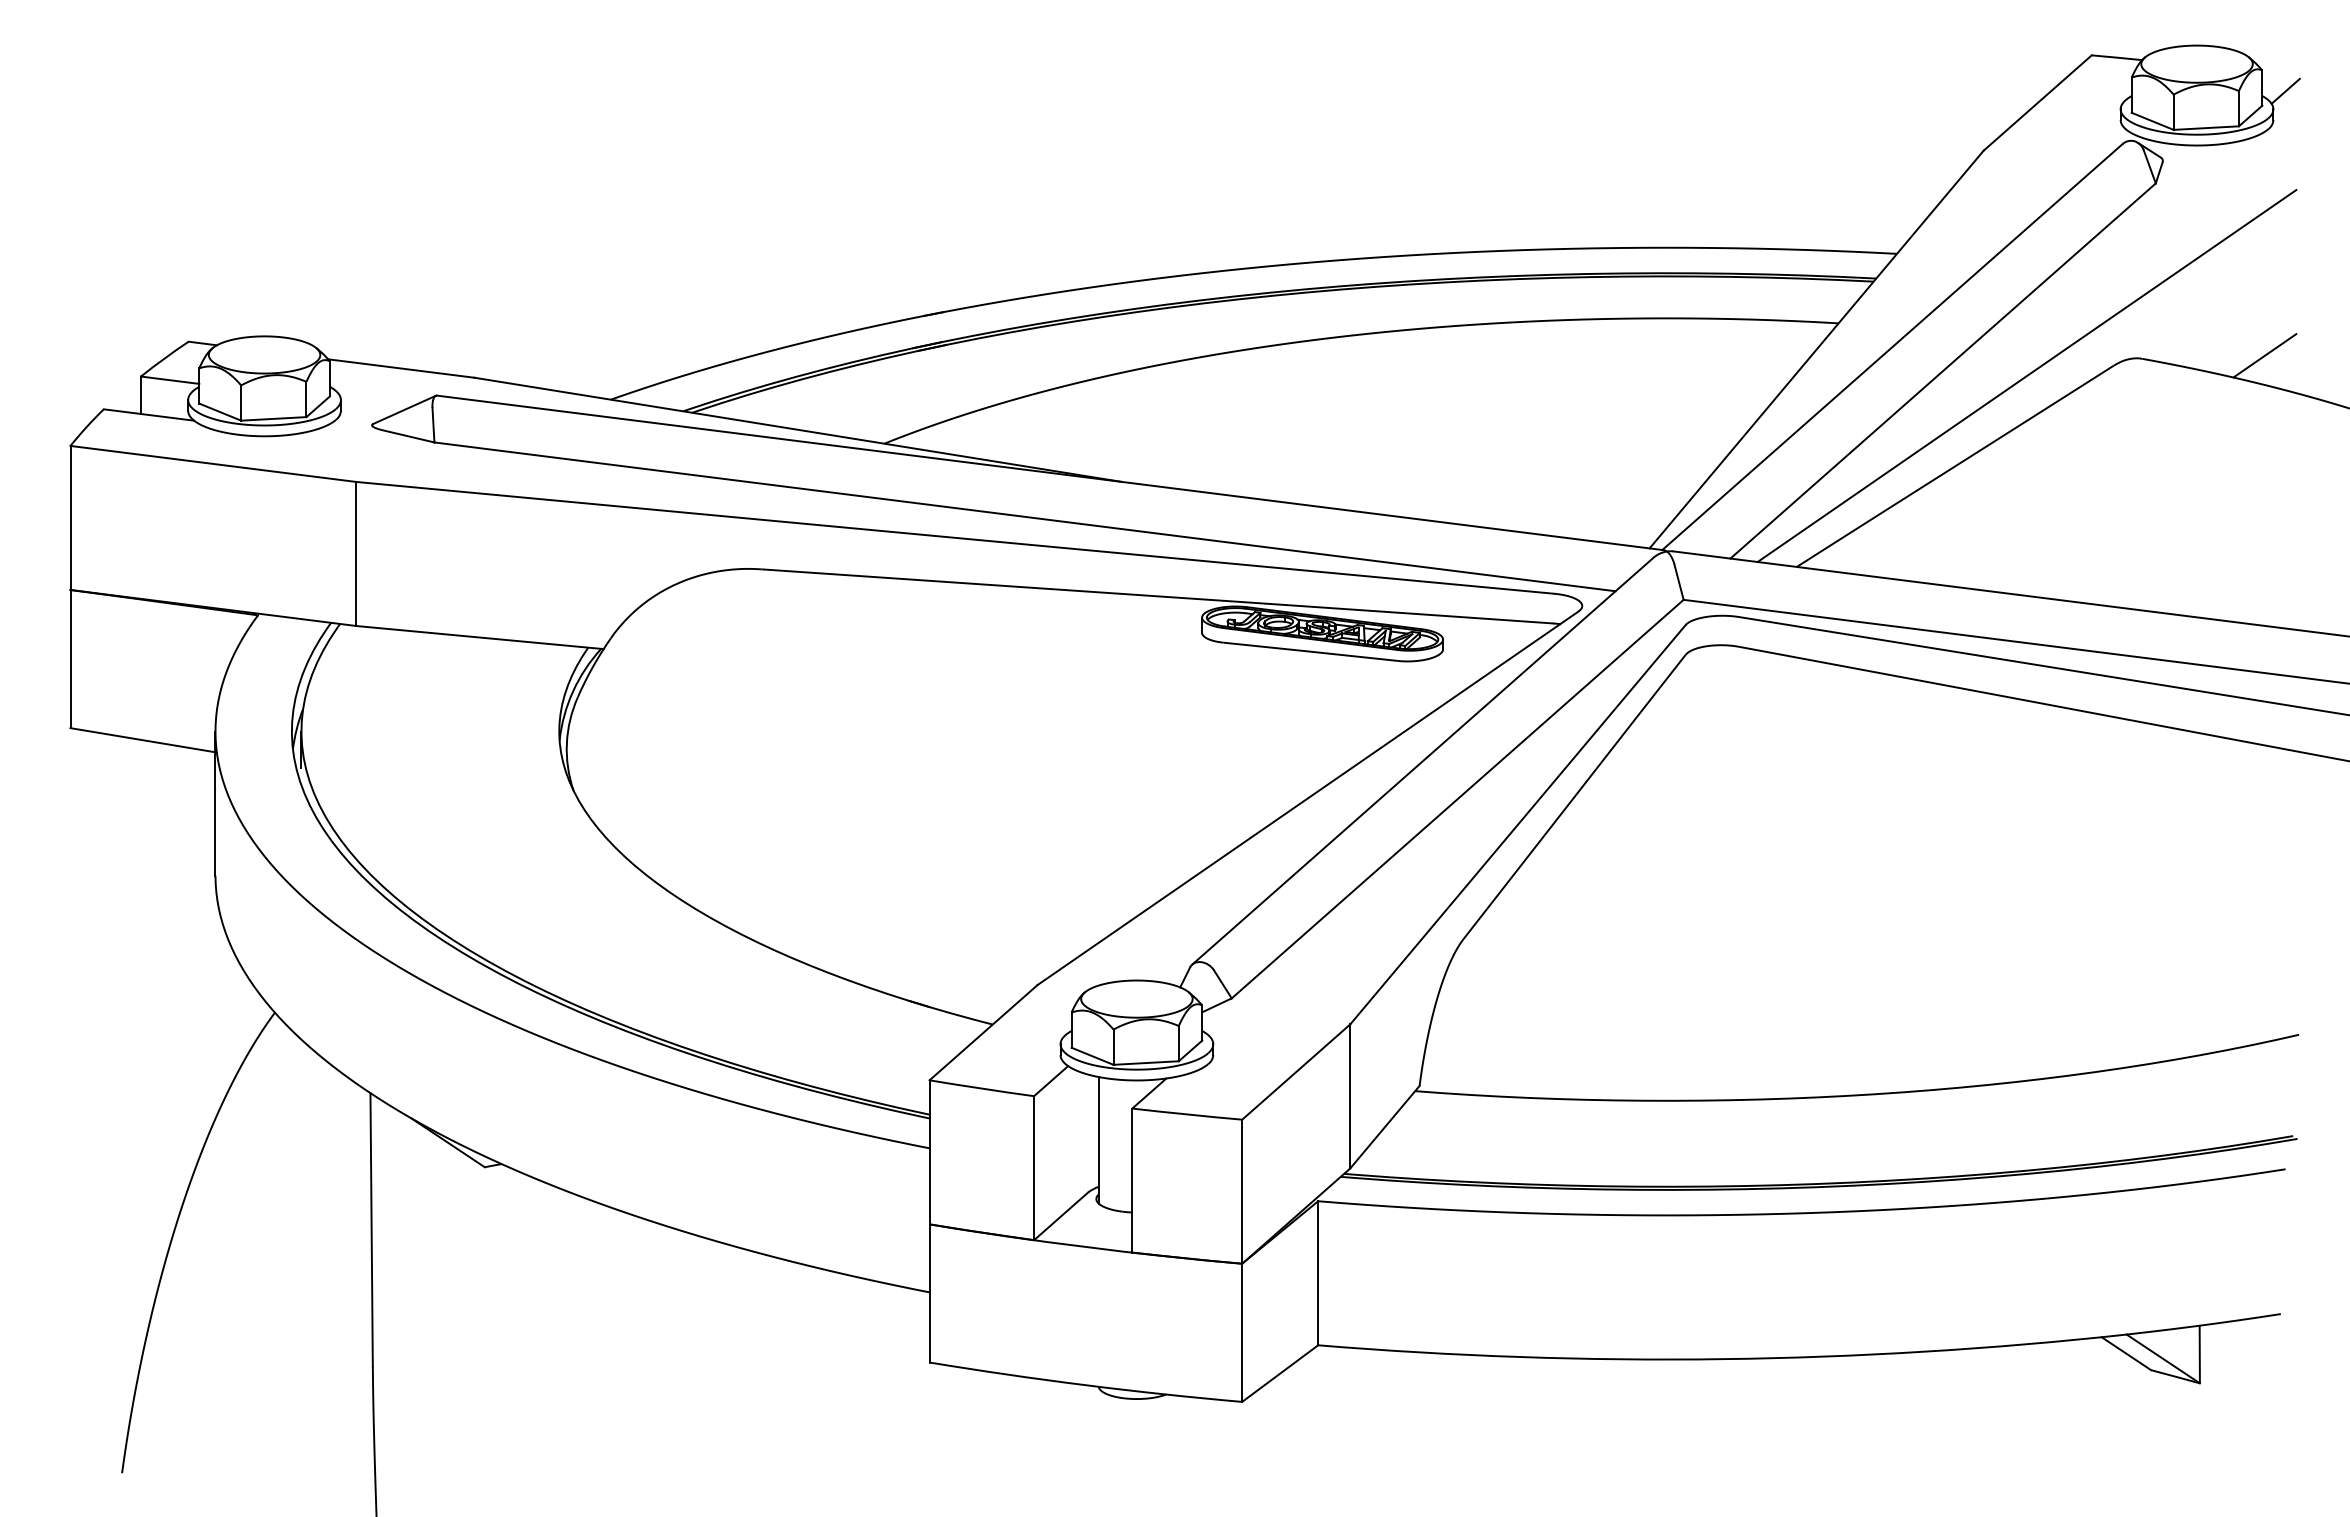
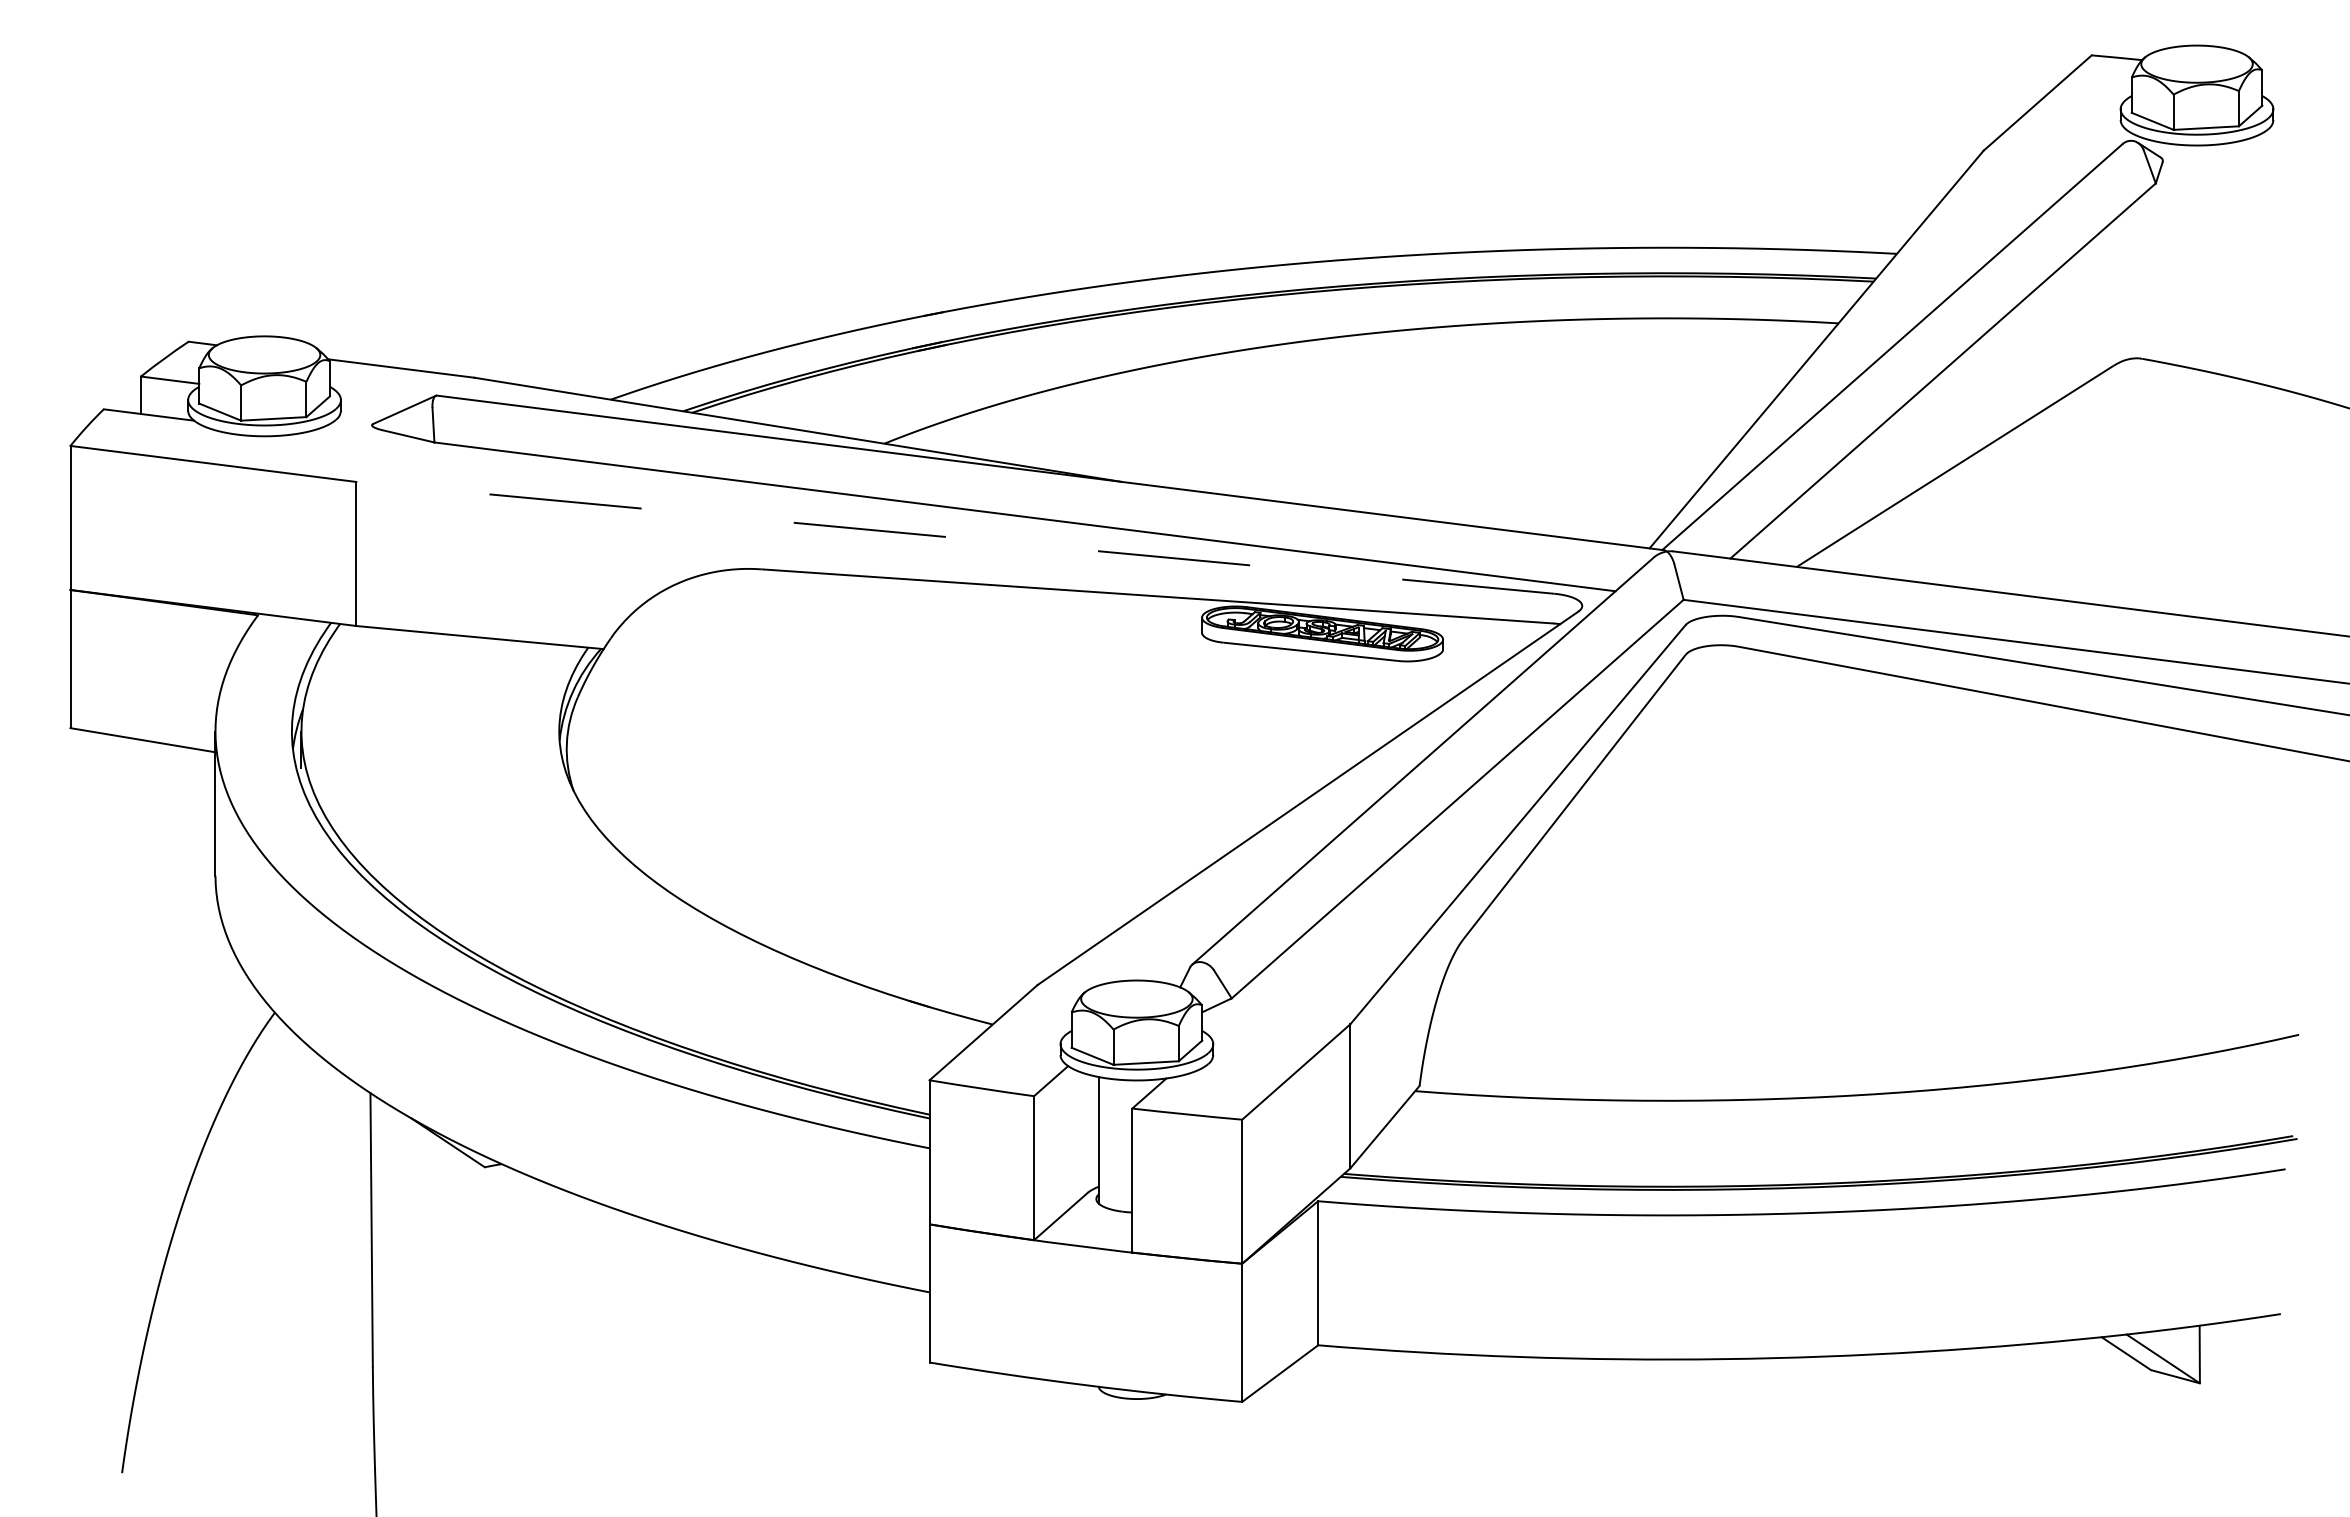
line at (2285, 90): present -> none
line at (2264, 355): present -> none
line at (2026, 376): present -> none
line at (955, 537): solid -> dashed
